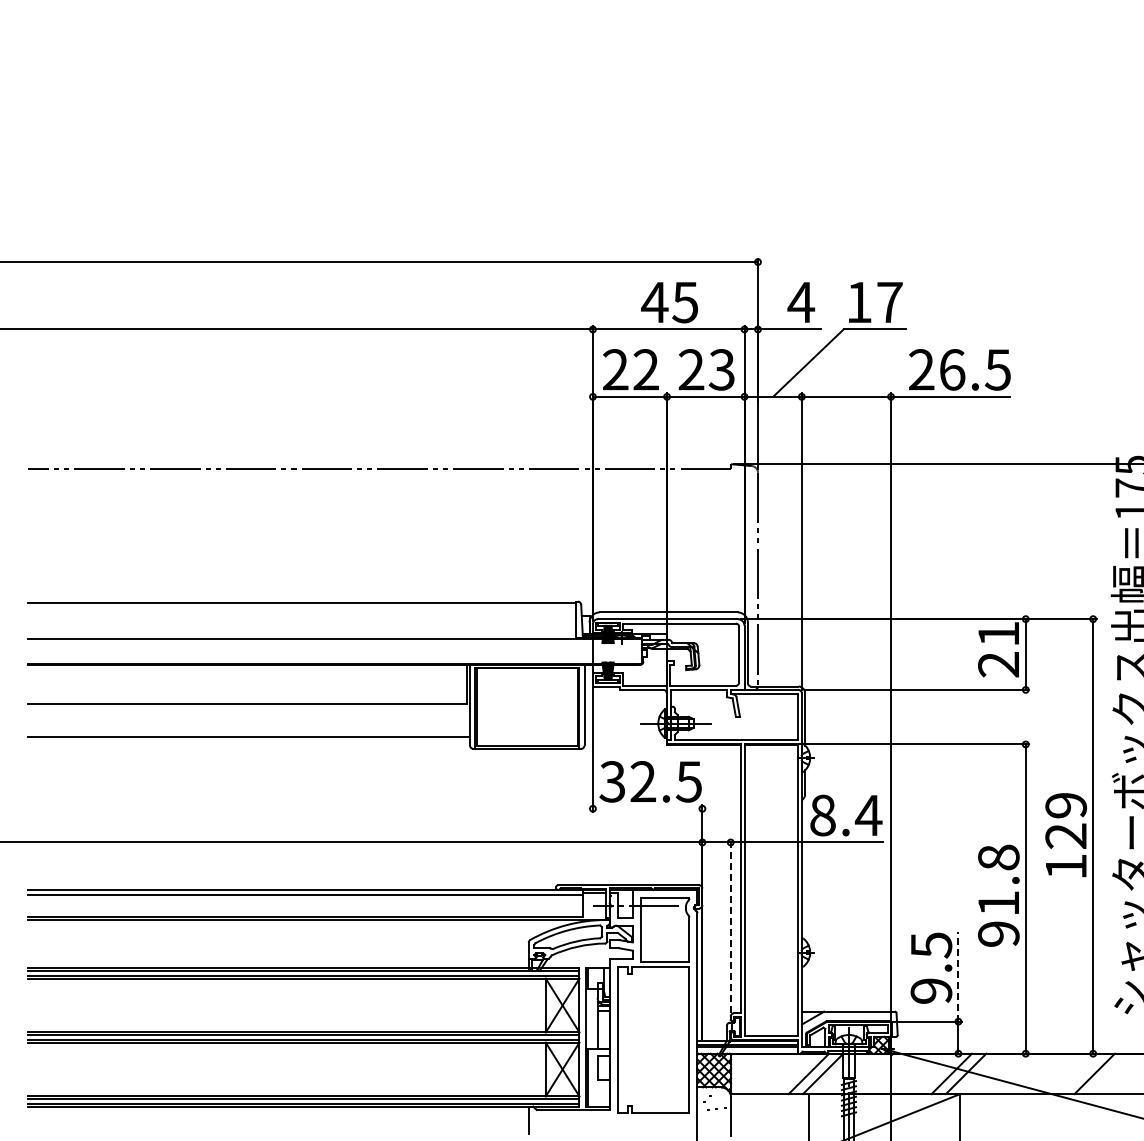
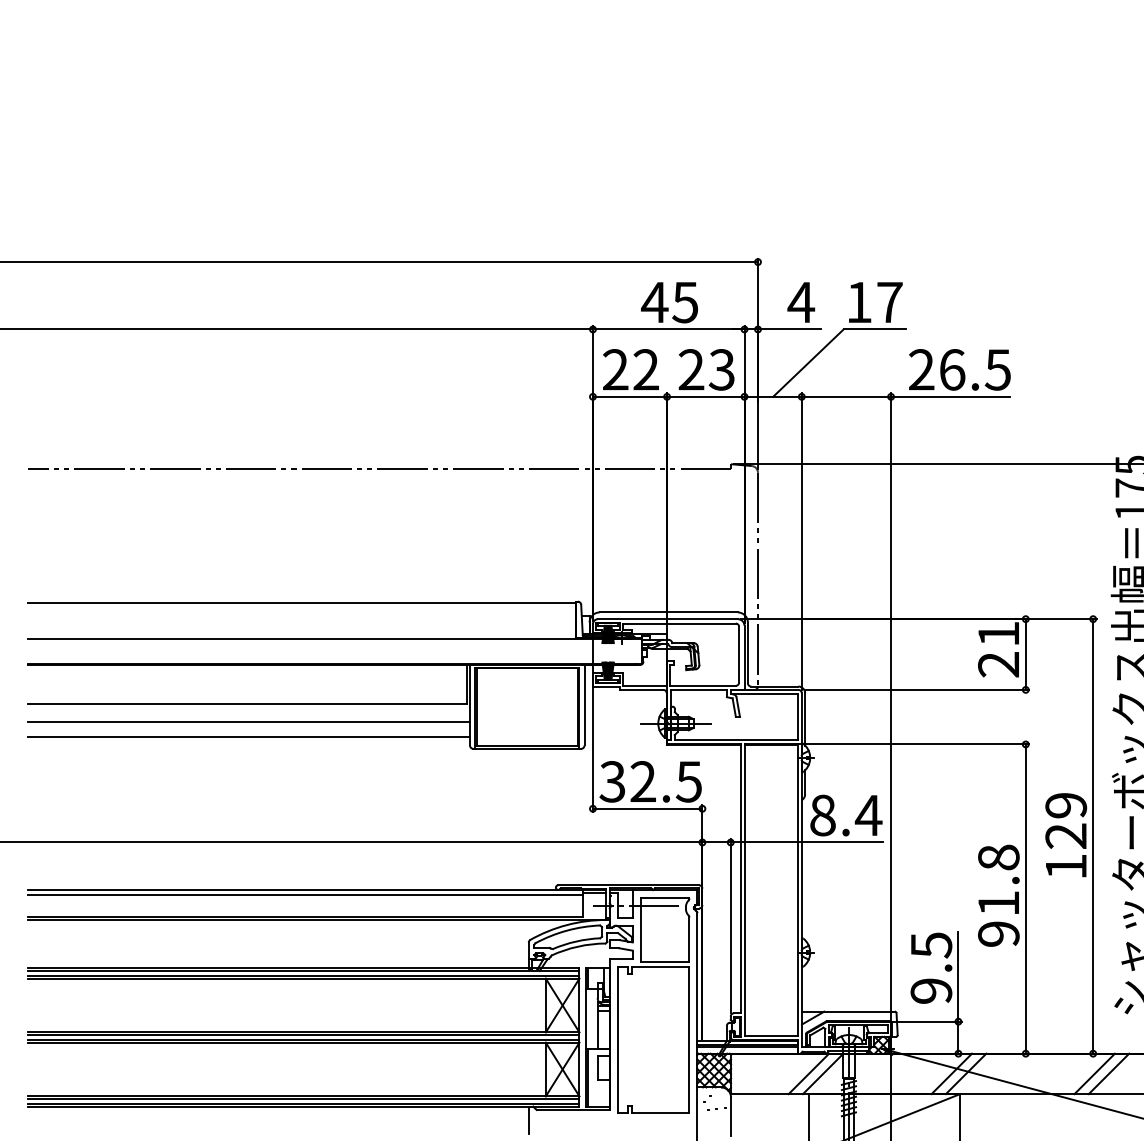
line at (248, 722): none -> present
line at (647, 808): none -> present
line at (730, 926): dashed -> solid
line at (958, 976): dashed -> solid
line at (1108, 1073): none -> present
